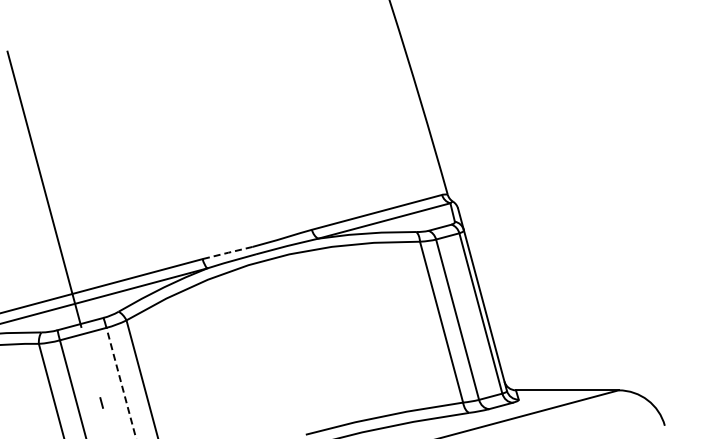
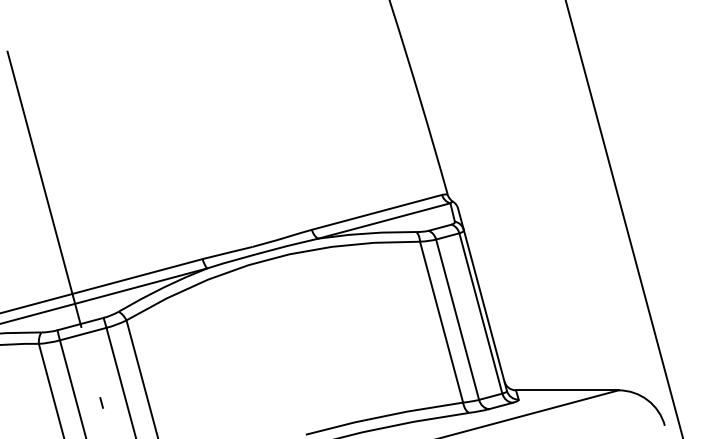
line at (624, 218): none -> present
line at (227, 253): dashed -> solid
line at (121, 382): dashed -> solid
